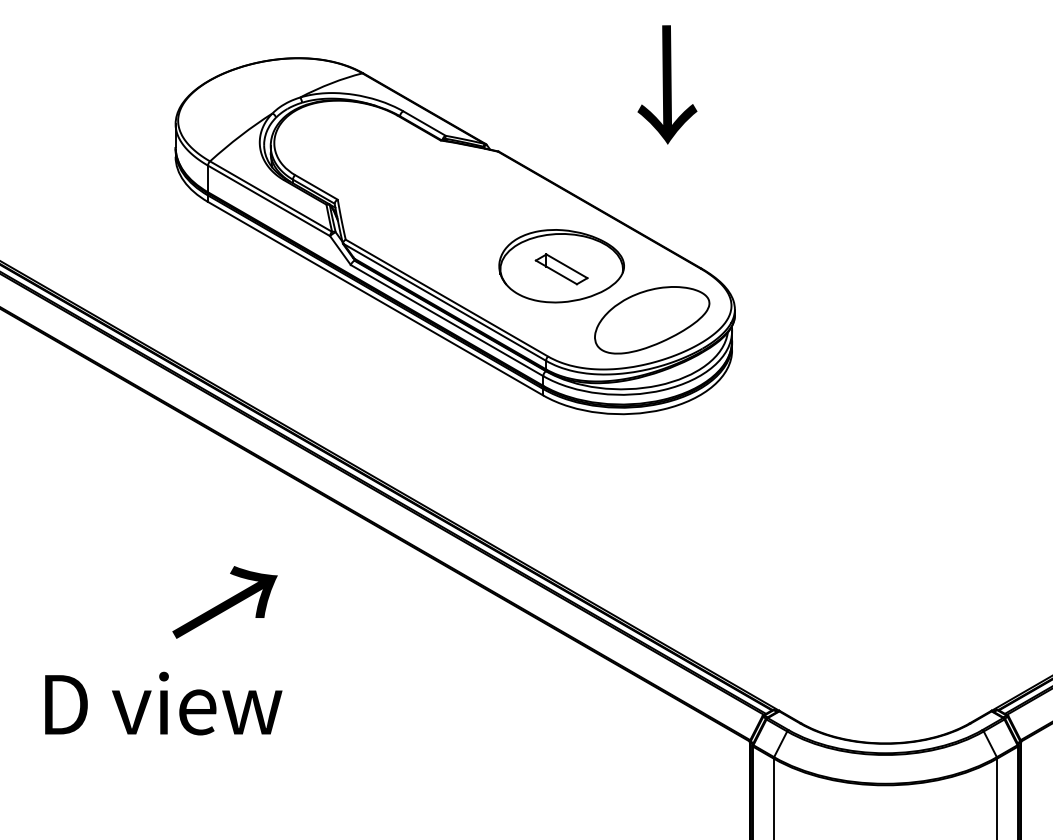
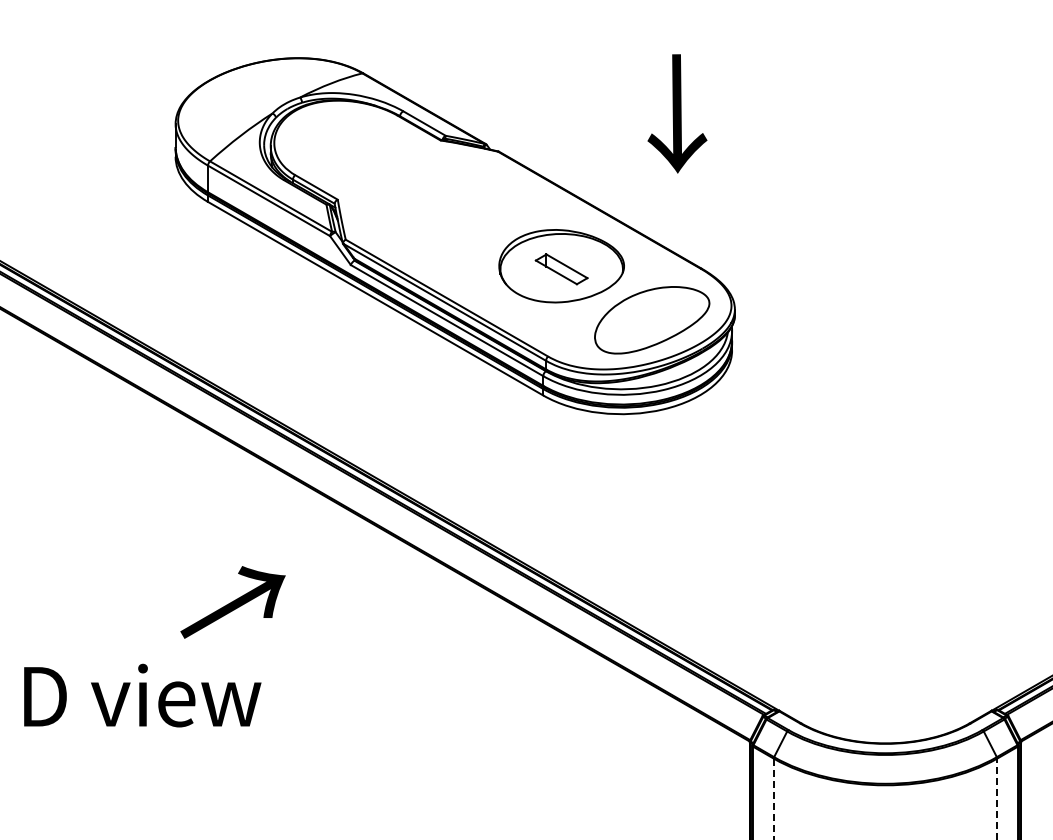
text at (667, 84) position: (667, 84) -> (677, 113)
text at (224, 602) position: (224, 602) -> (232, 602)
text at (163, 703) position: (163, 703) -> (142, 695)
line at (997, 798): solid -> dashed
line at (773, 799): solid -> dashed
